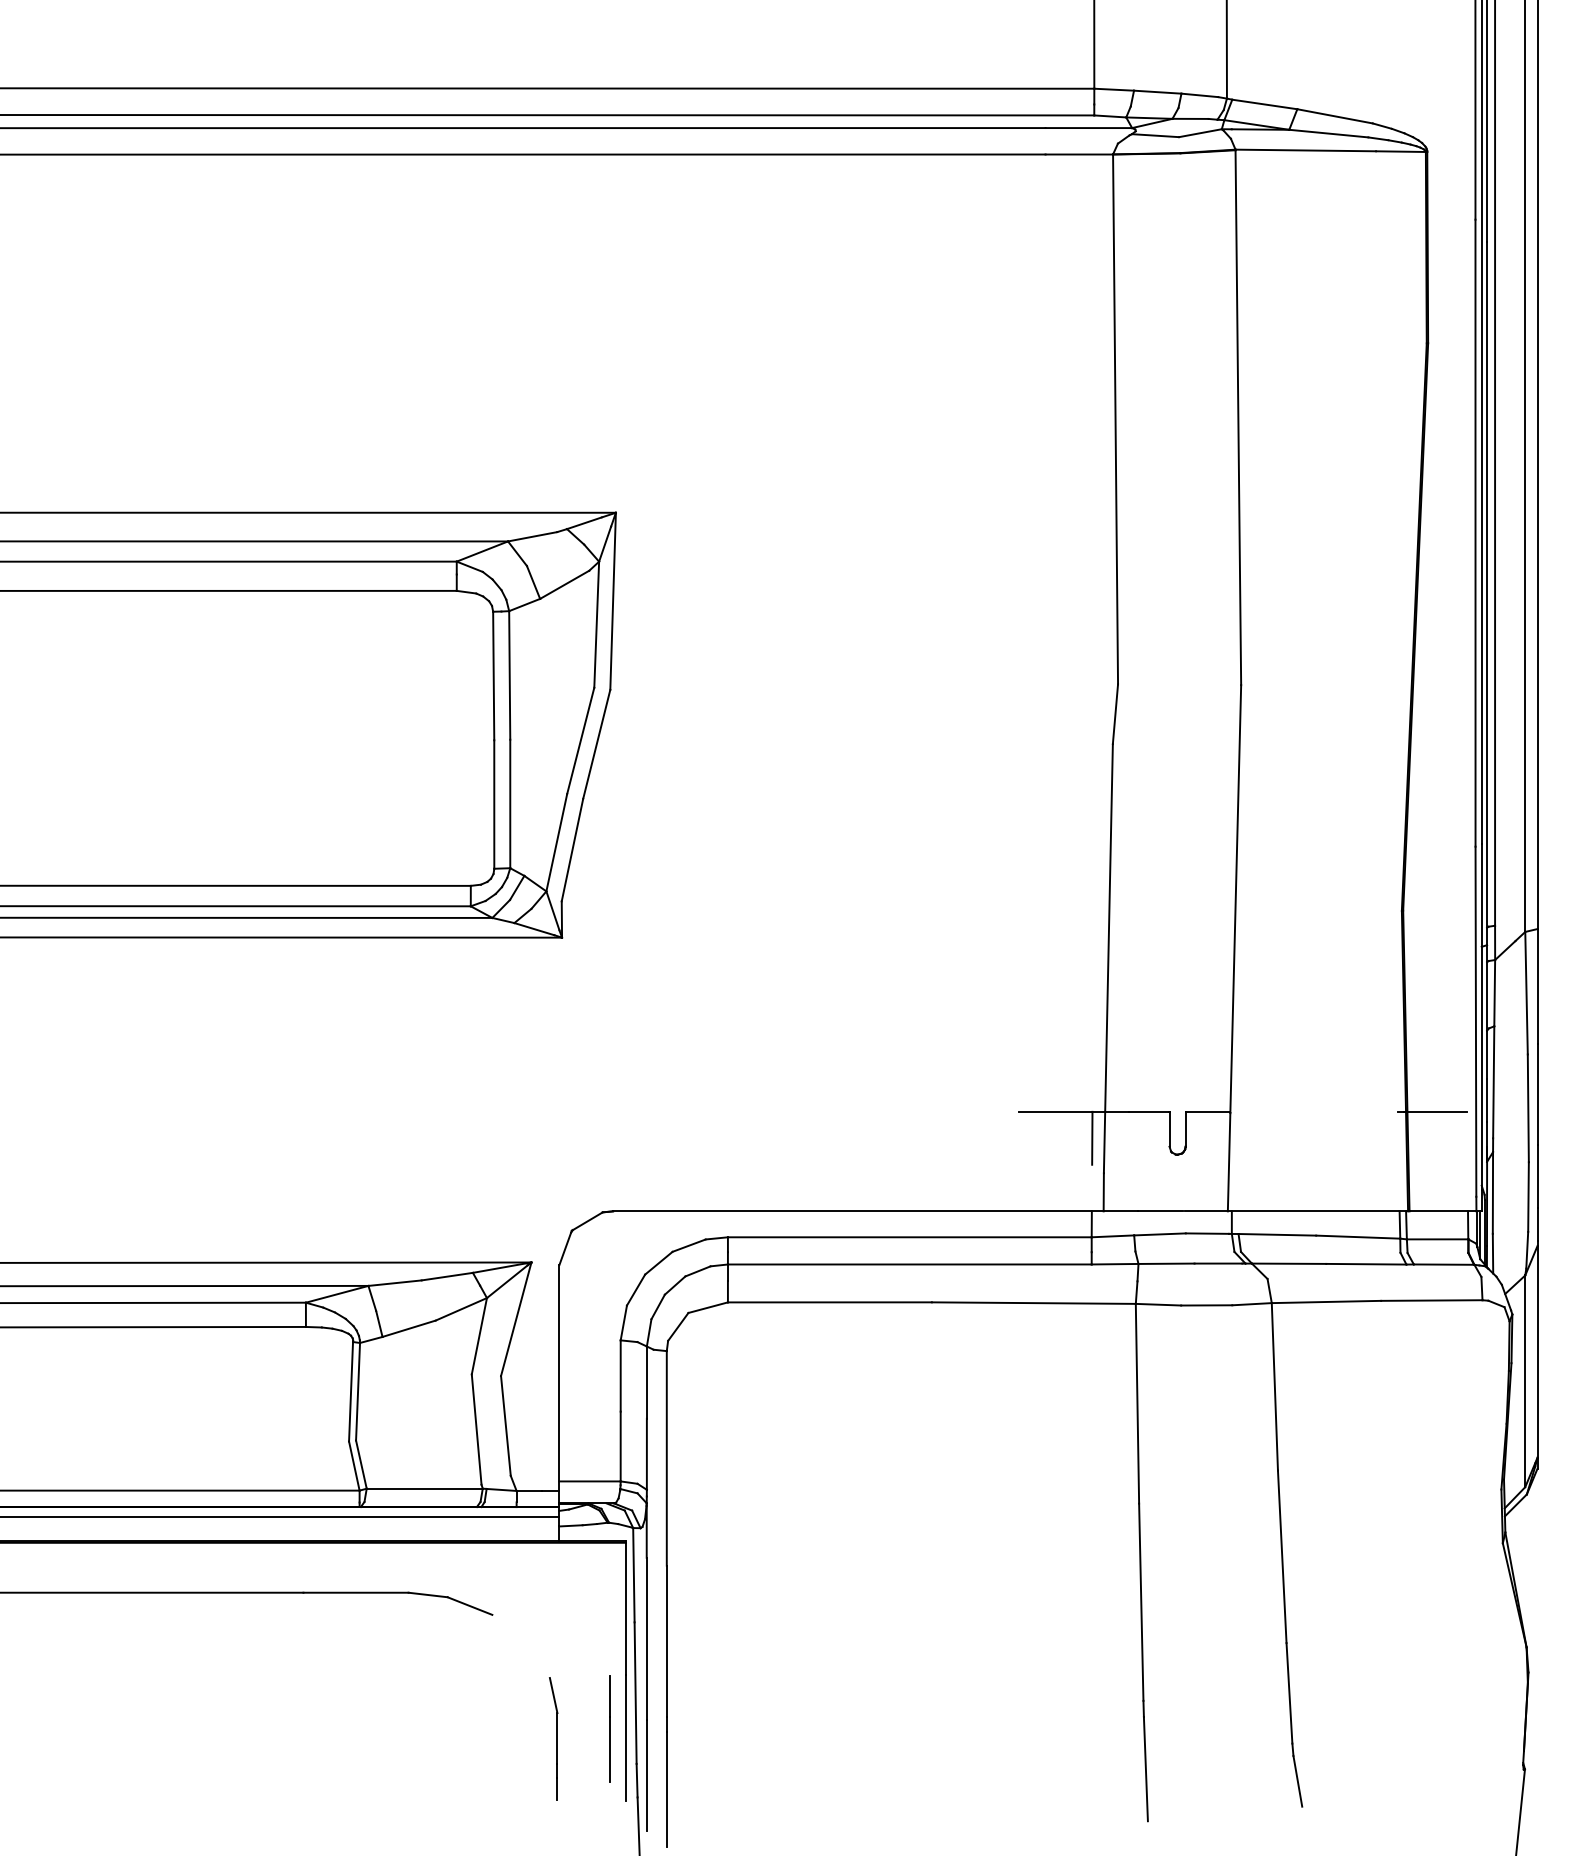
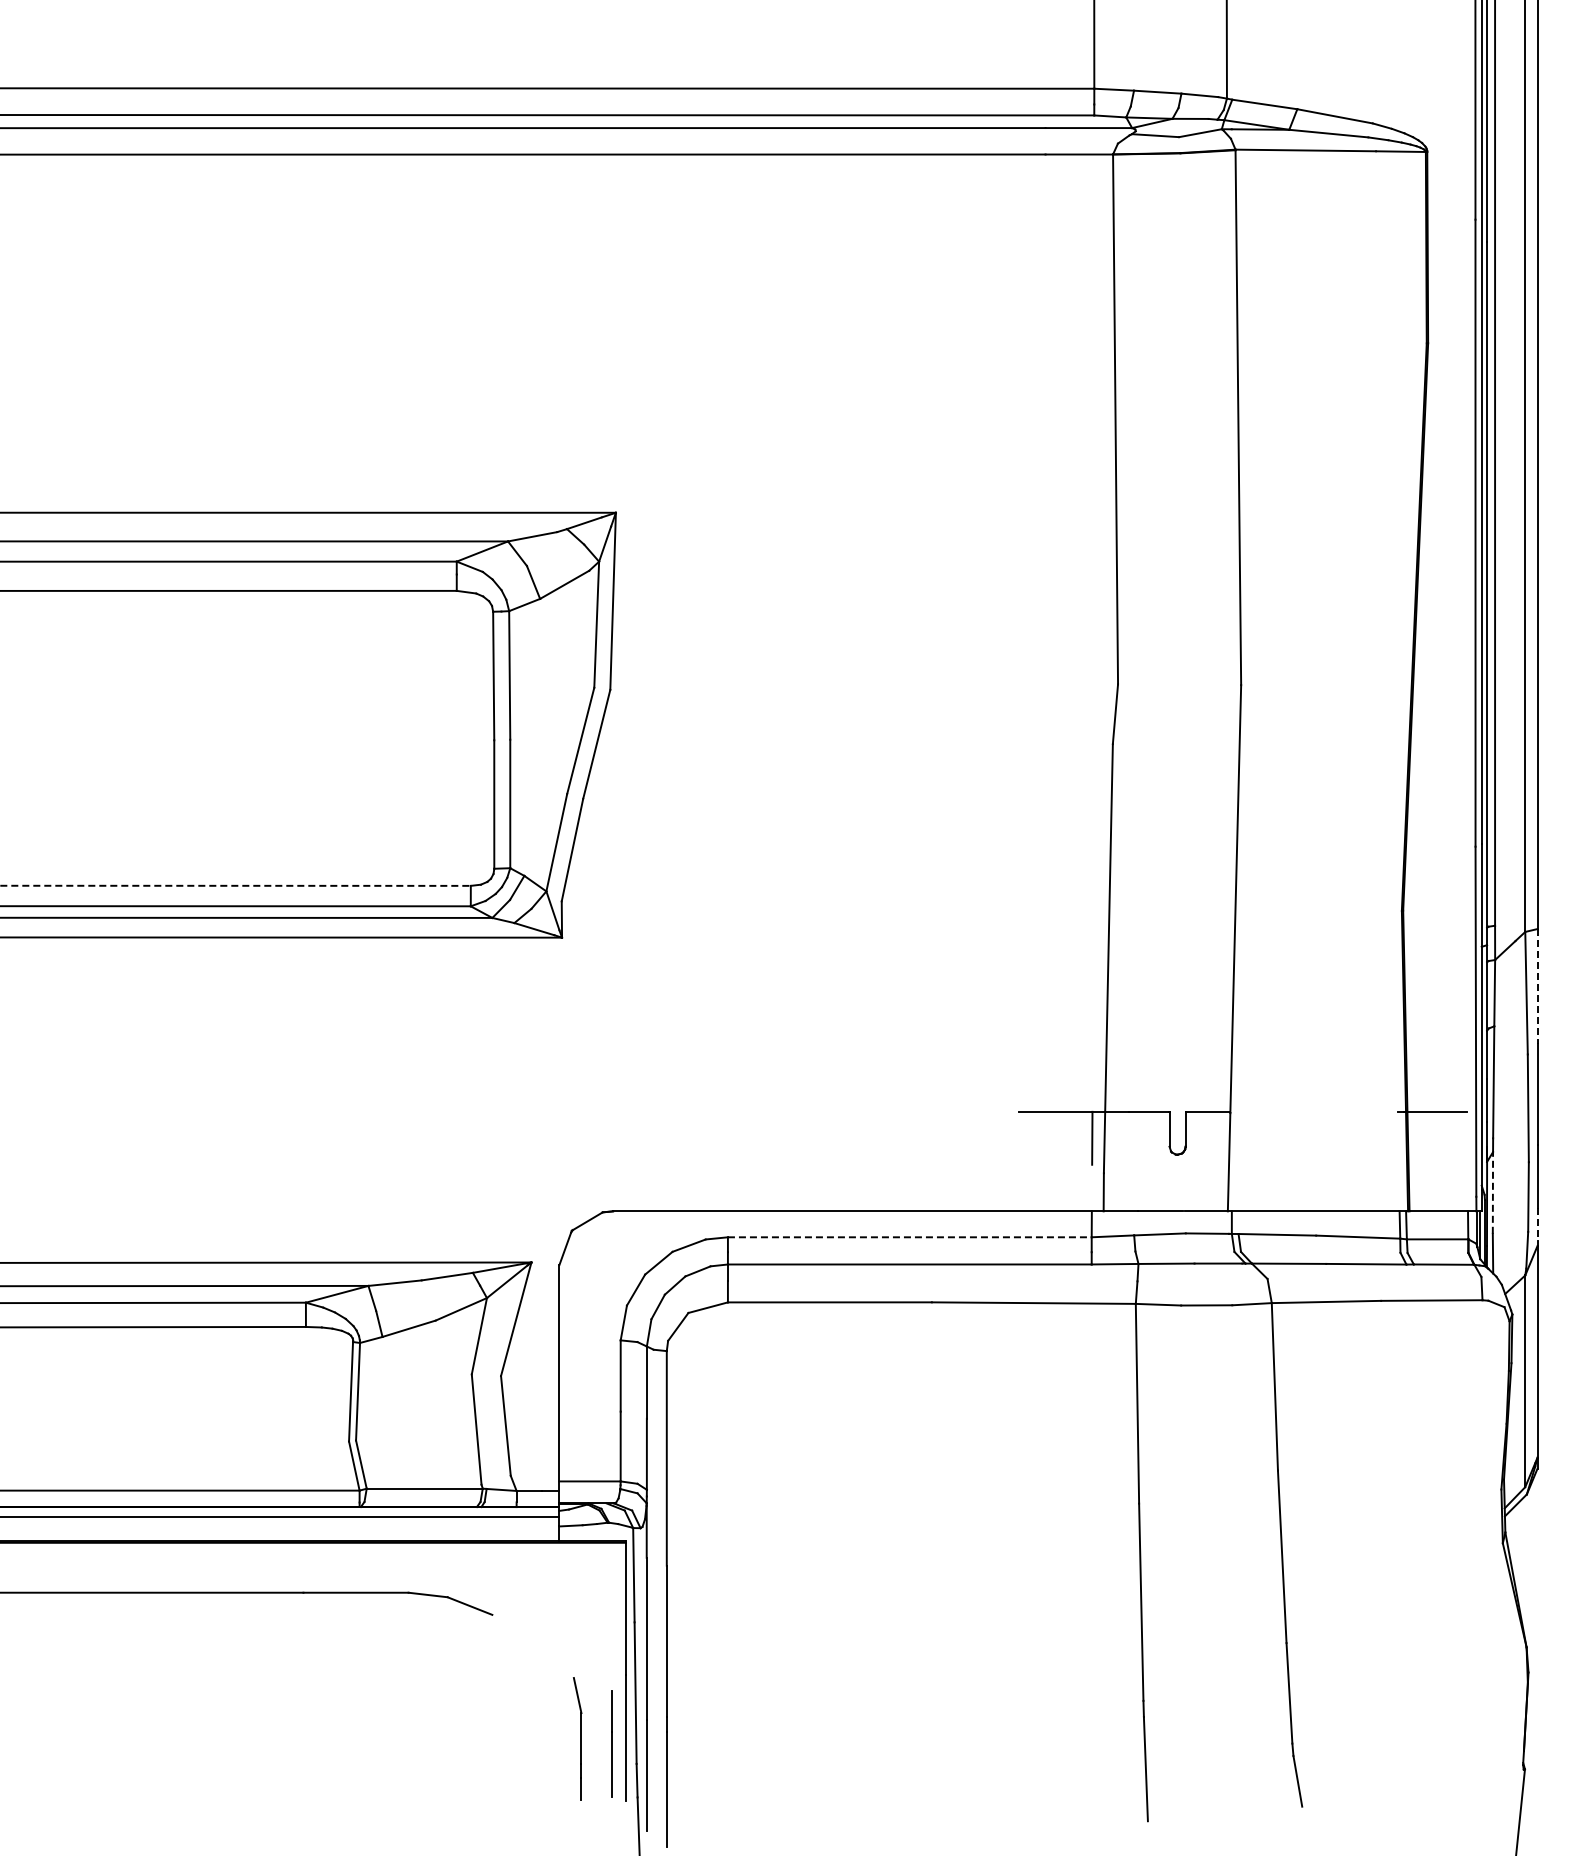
line at (235, 885): solid -> dashed
line at (1537, 986): solid -> dashed
line at (1492, 1192): solid -> dashed
line at (1537, 1224): solid -> dashed
line at (909, 1237): solid -> dashed
line at (609, 1728) position: (609, 1728) -> (611, 1743)
part at (553, 1738) position: (553, 1738) -> (577, 1738)
